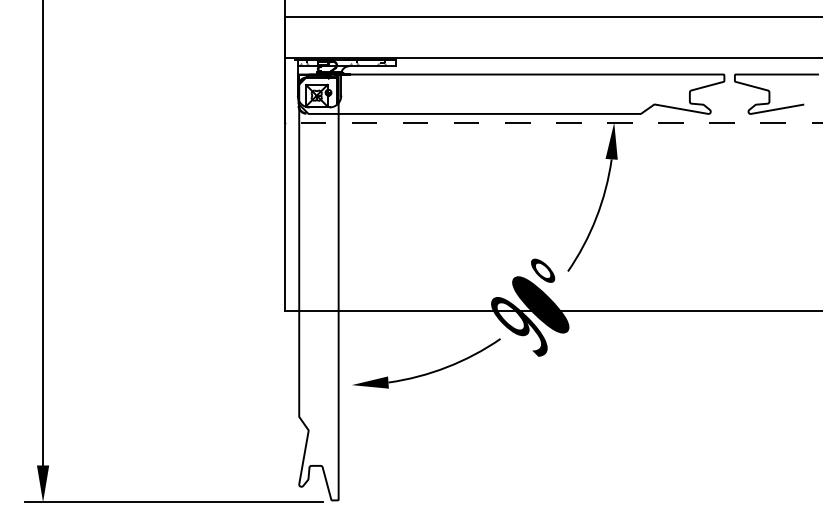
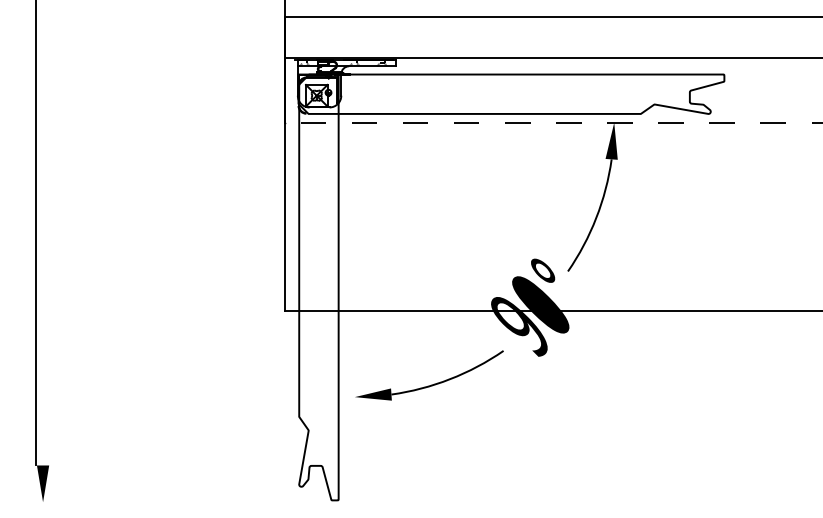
curve at (770, 93): present -> none
line at (43, 233) position: (43, 233) -> (36, 233)
part at (428, 372) position: (428, 372) -> (431, 384)
line at (173, 502): present -> none
